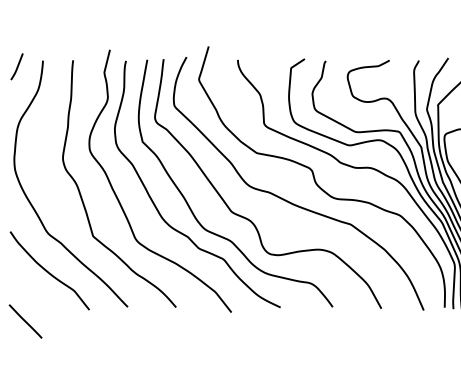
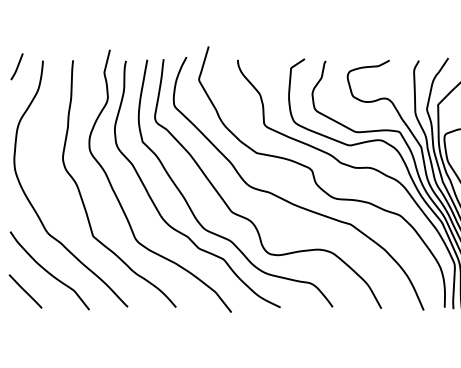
line at (25, 321) position: (25, 321) -> (25, 291)
